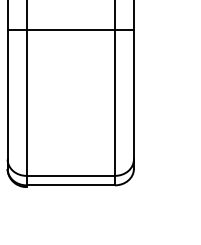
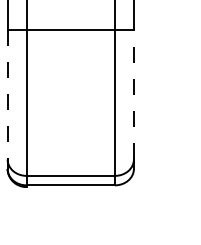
line at (7, 94): solid -> dashed
line at (133, 94): solid -> dashed
